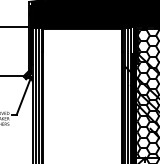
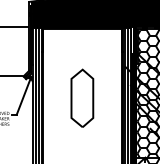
part at (82, 97): none -> present
